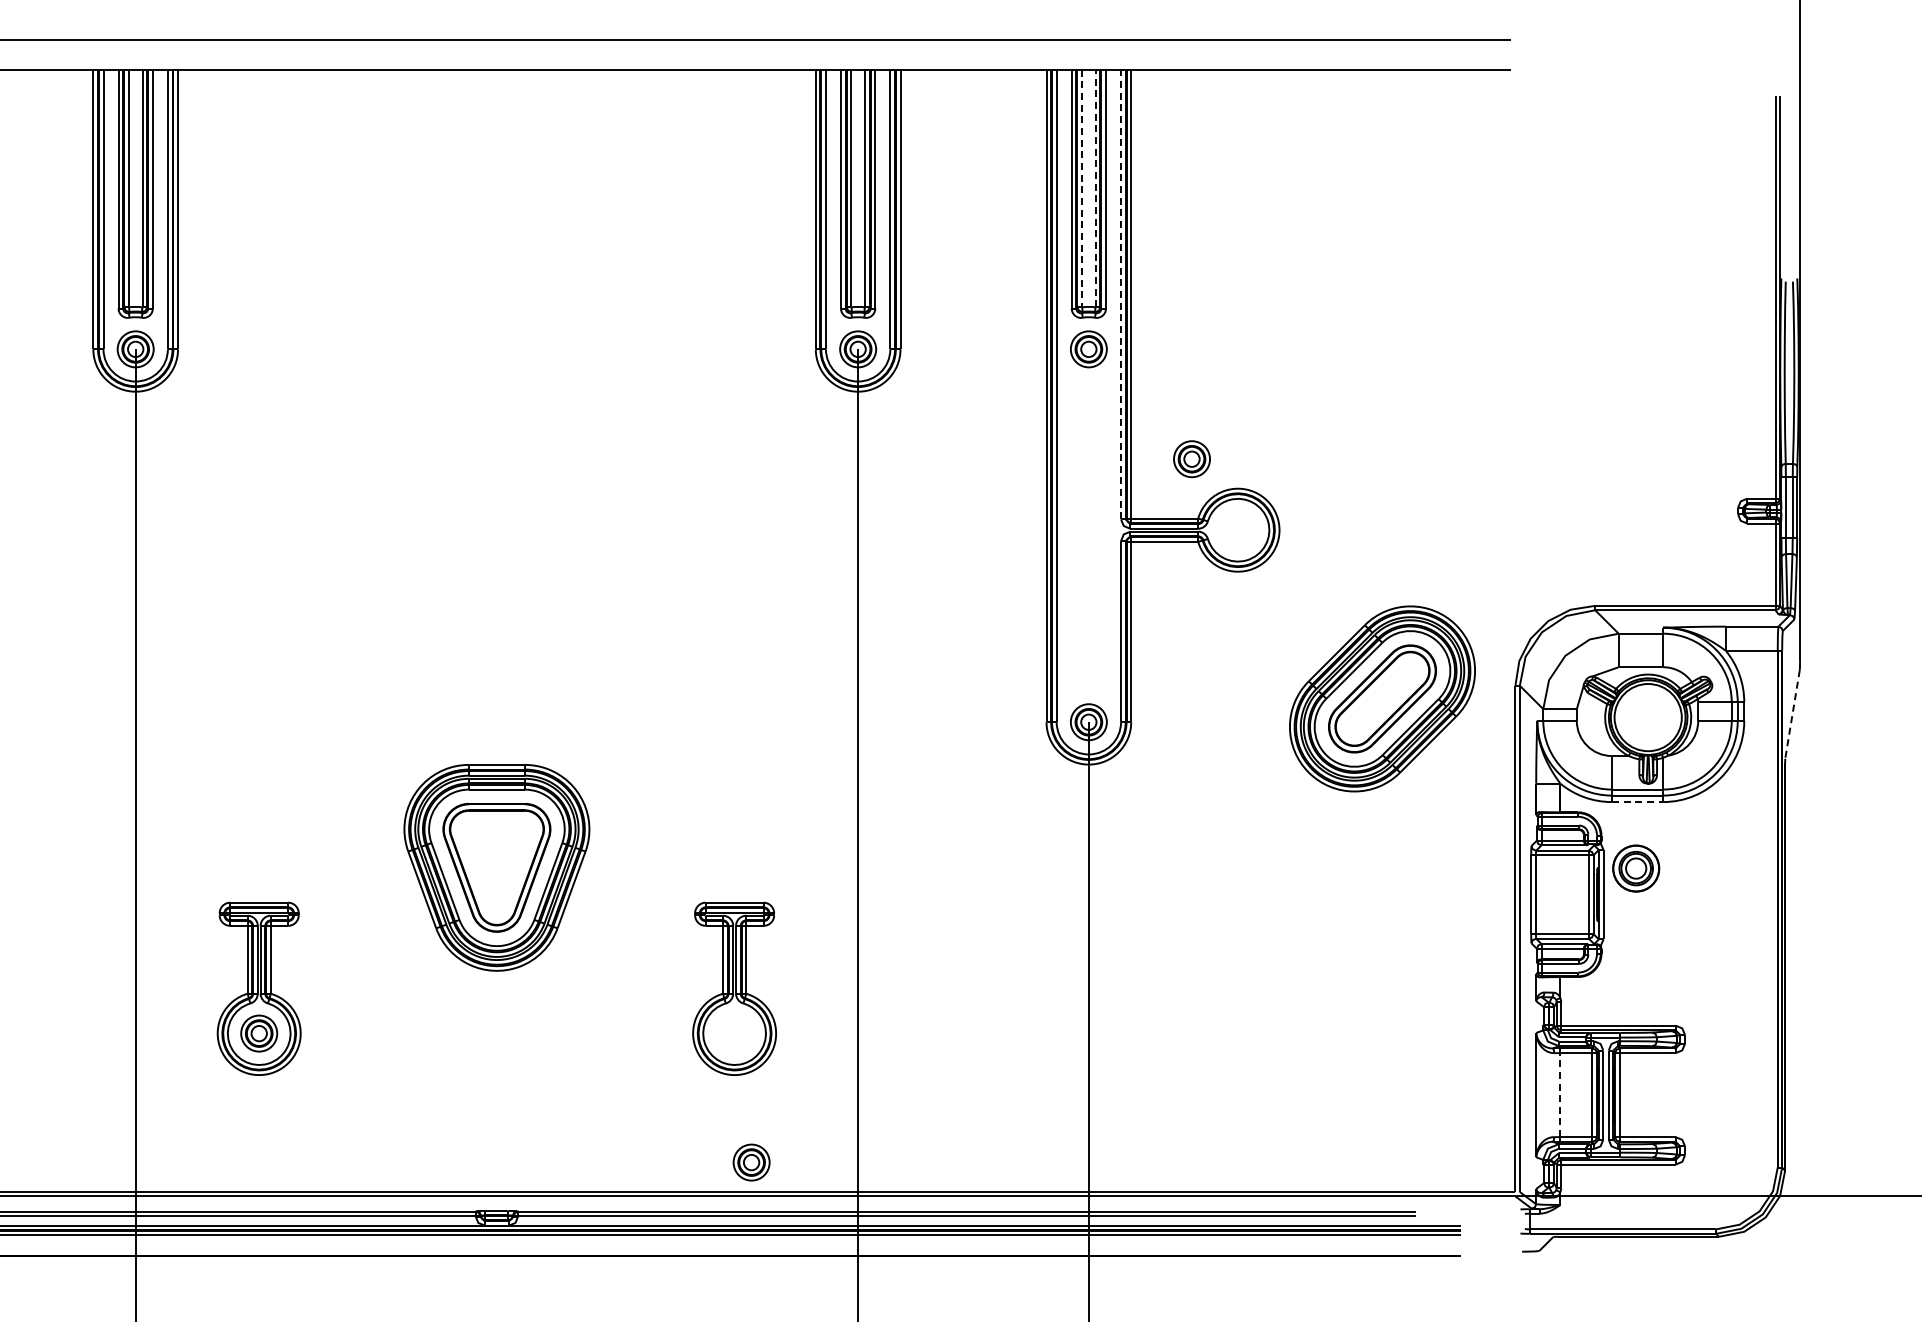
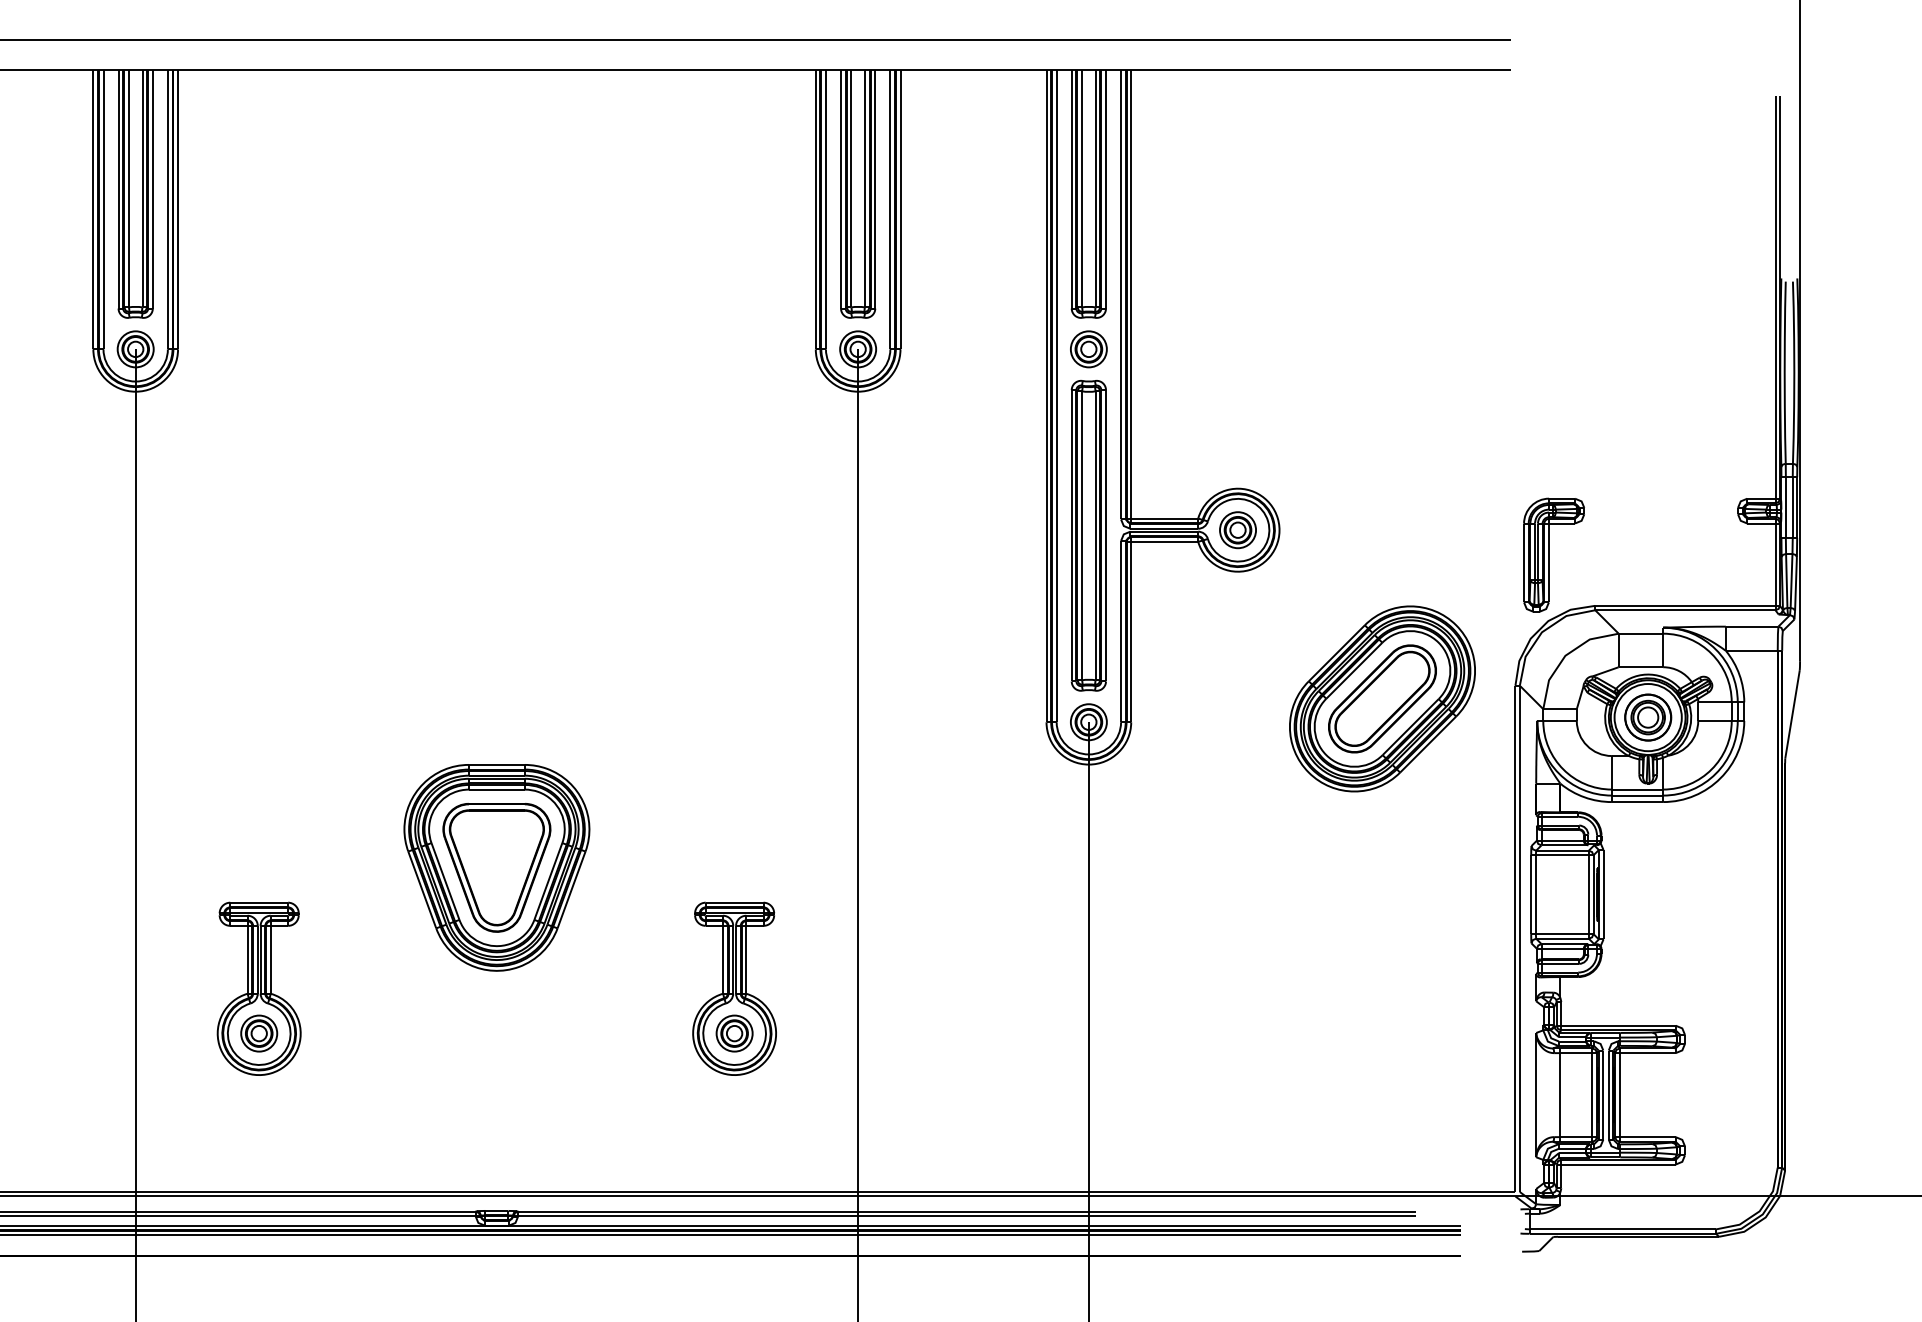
line at (1082, 188): dashed -> solid
line at (1095, 188): dashed -> solid
line at (1121, 294): dashed -> solid
part at (1191, 459) position: (1191, 459) -> (1237, 530)
part at (1088, 535): none -> present
part at (1553, 554): none -> present
line at (1792, 714): dashed -> solid
line at (1637, 802): dashed -> solid
part at (1636, 868) position: (1636, 868) -> (1648, 717)
line at (1560, 1094): dashed -> solid
part at (751, 1162) position: (751, 1162) -> (734, 1033)
